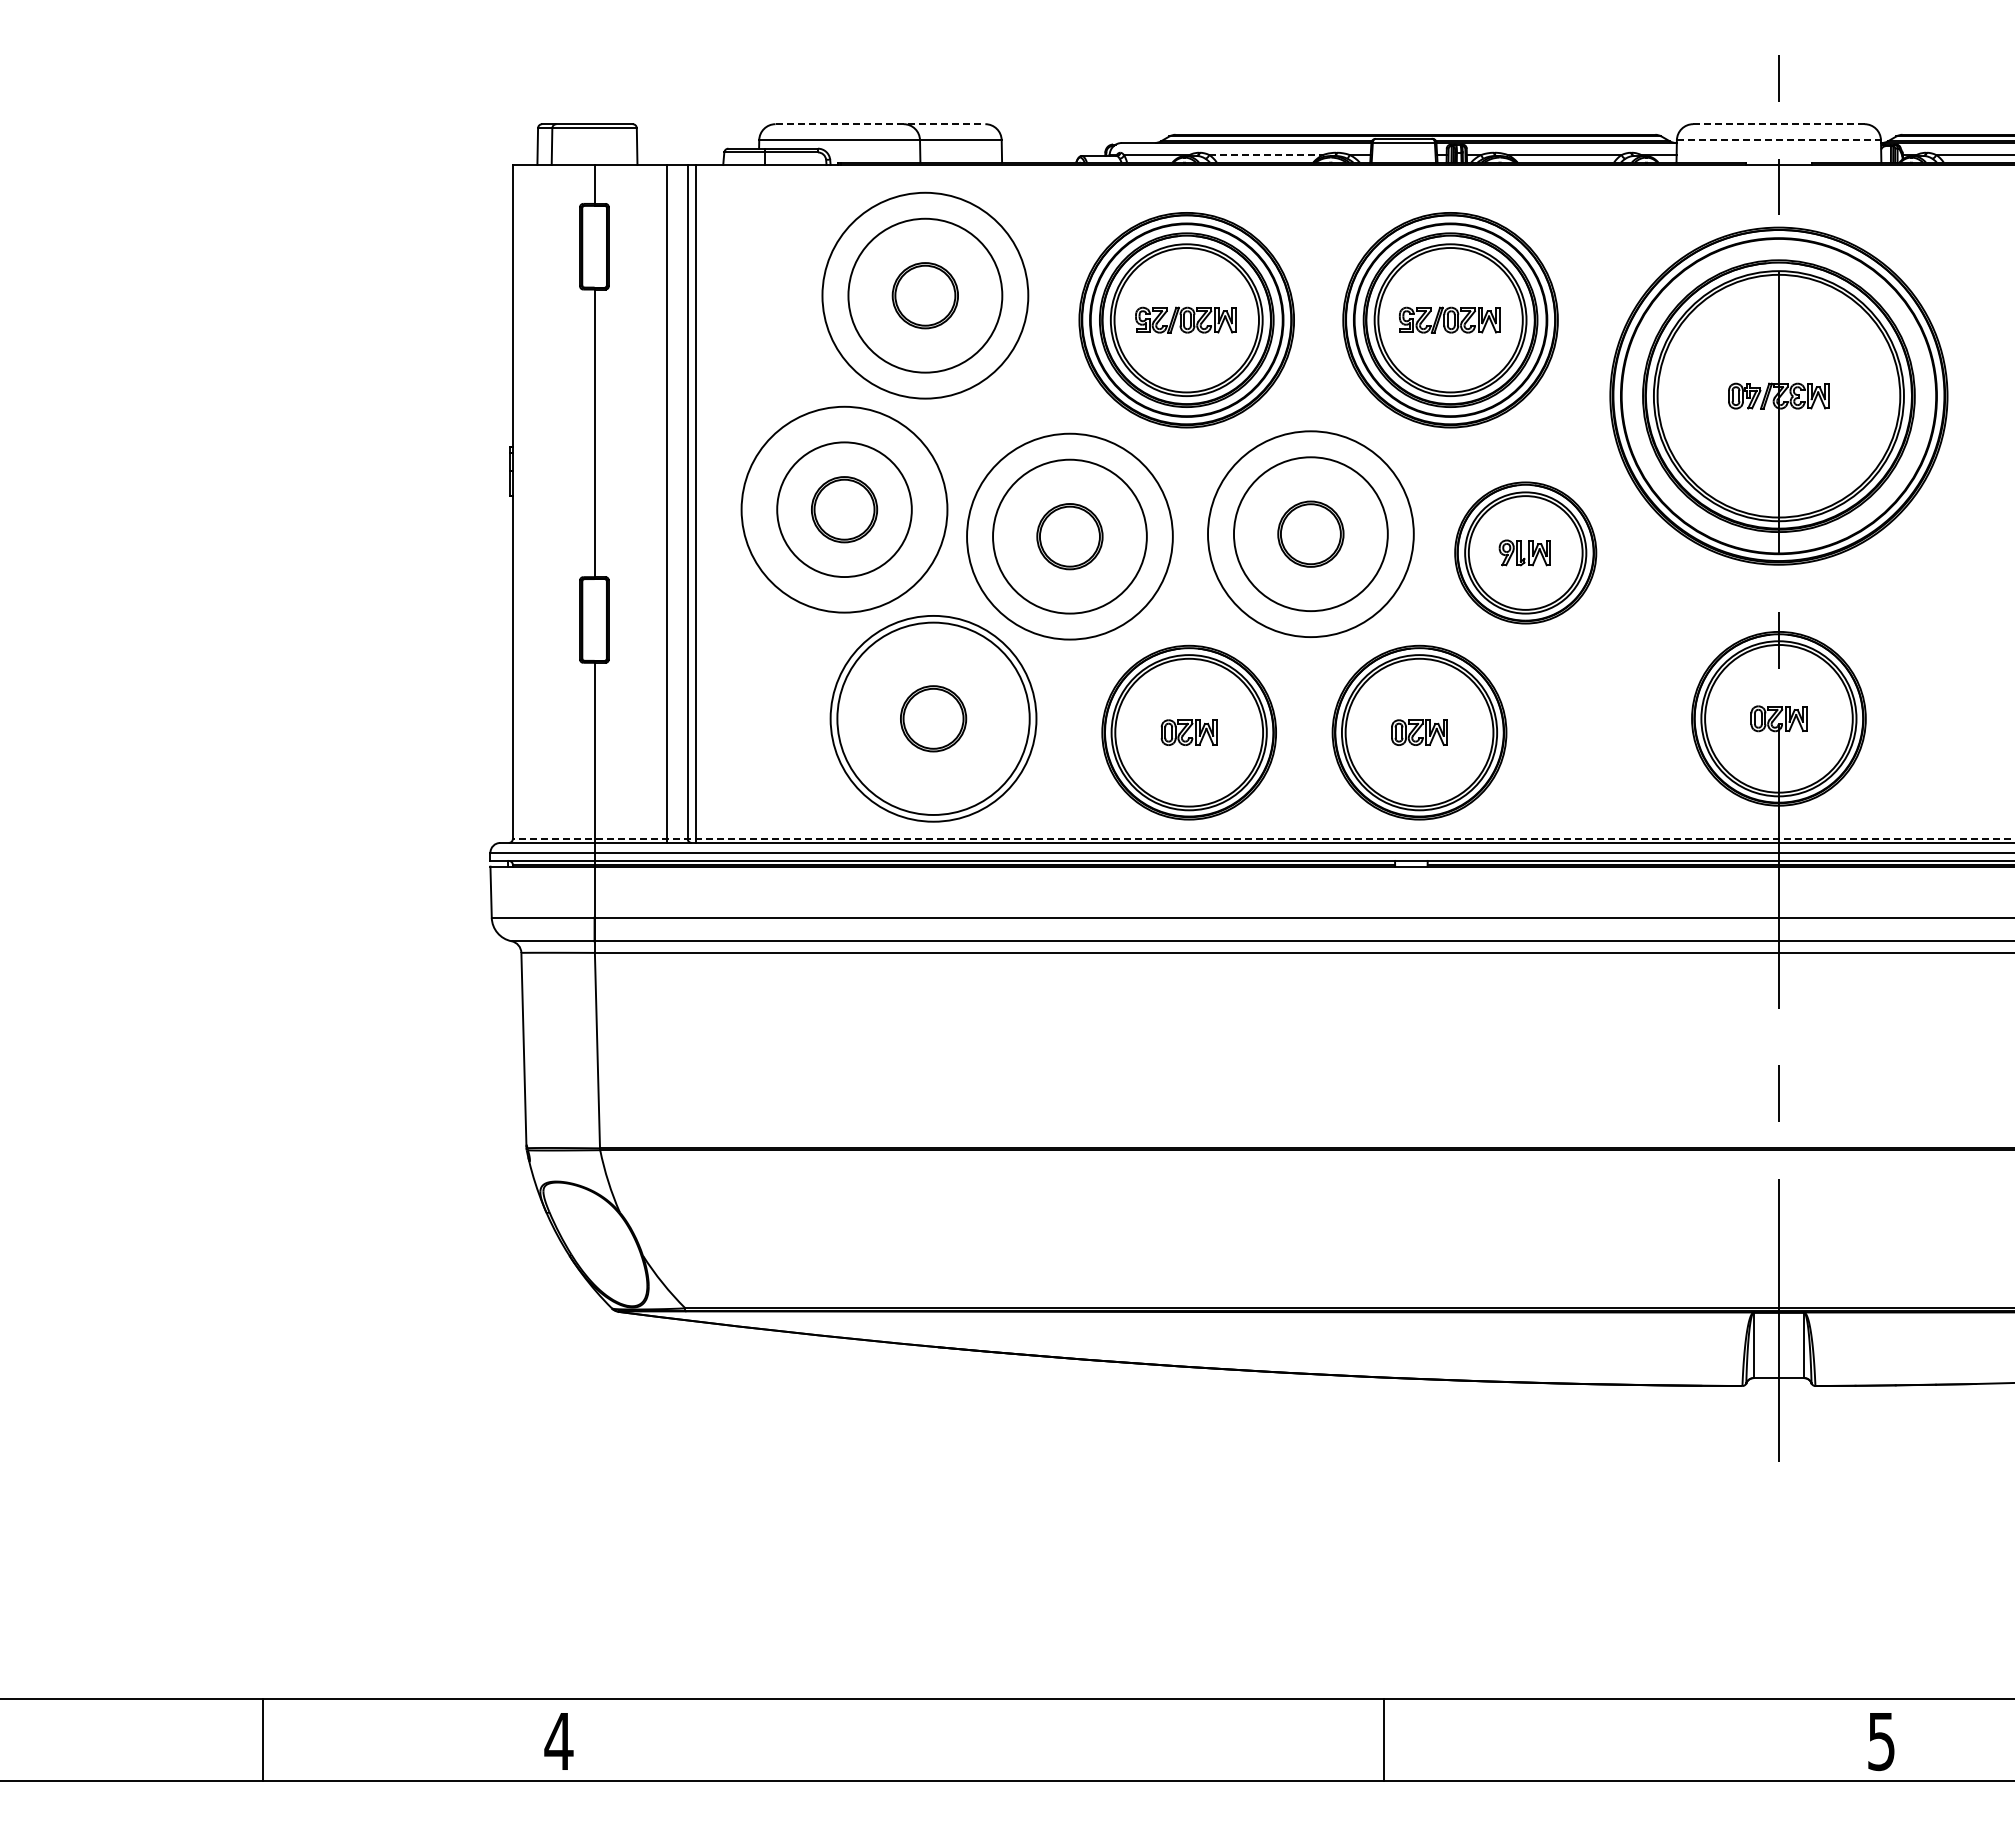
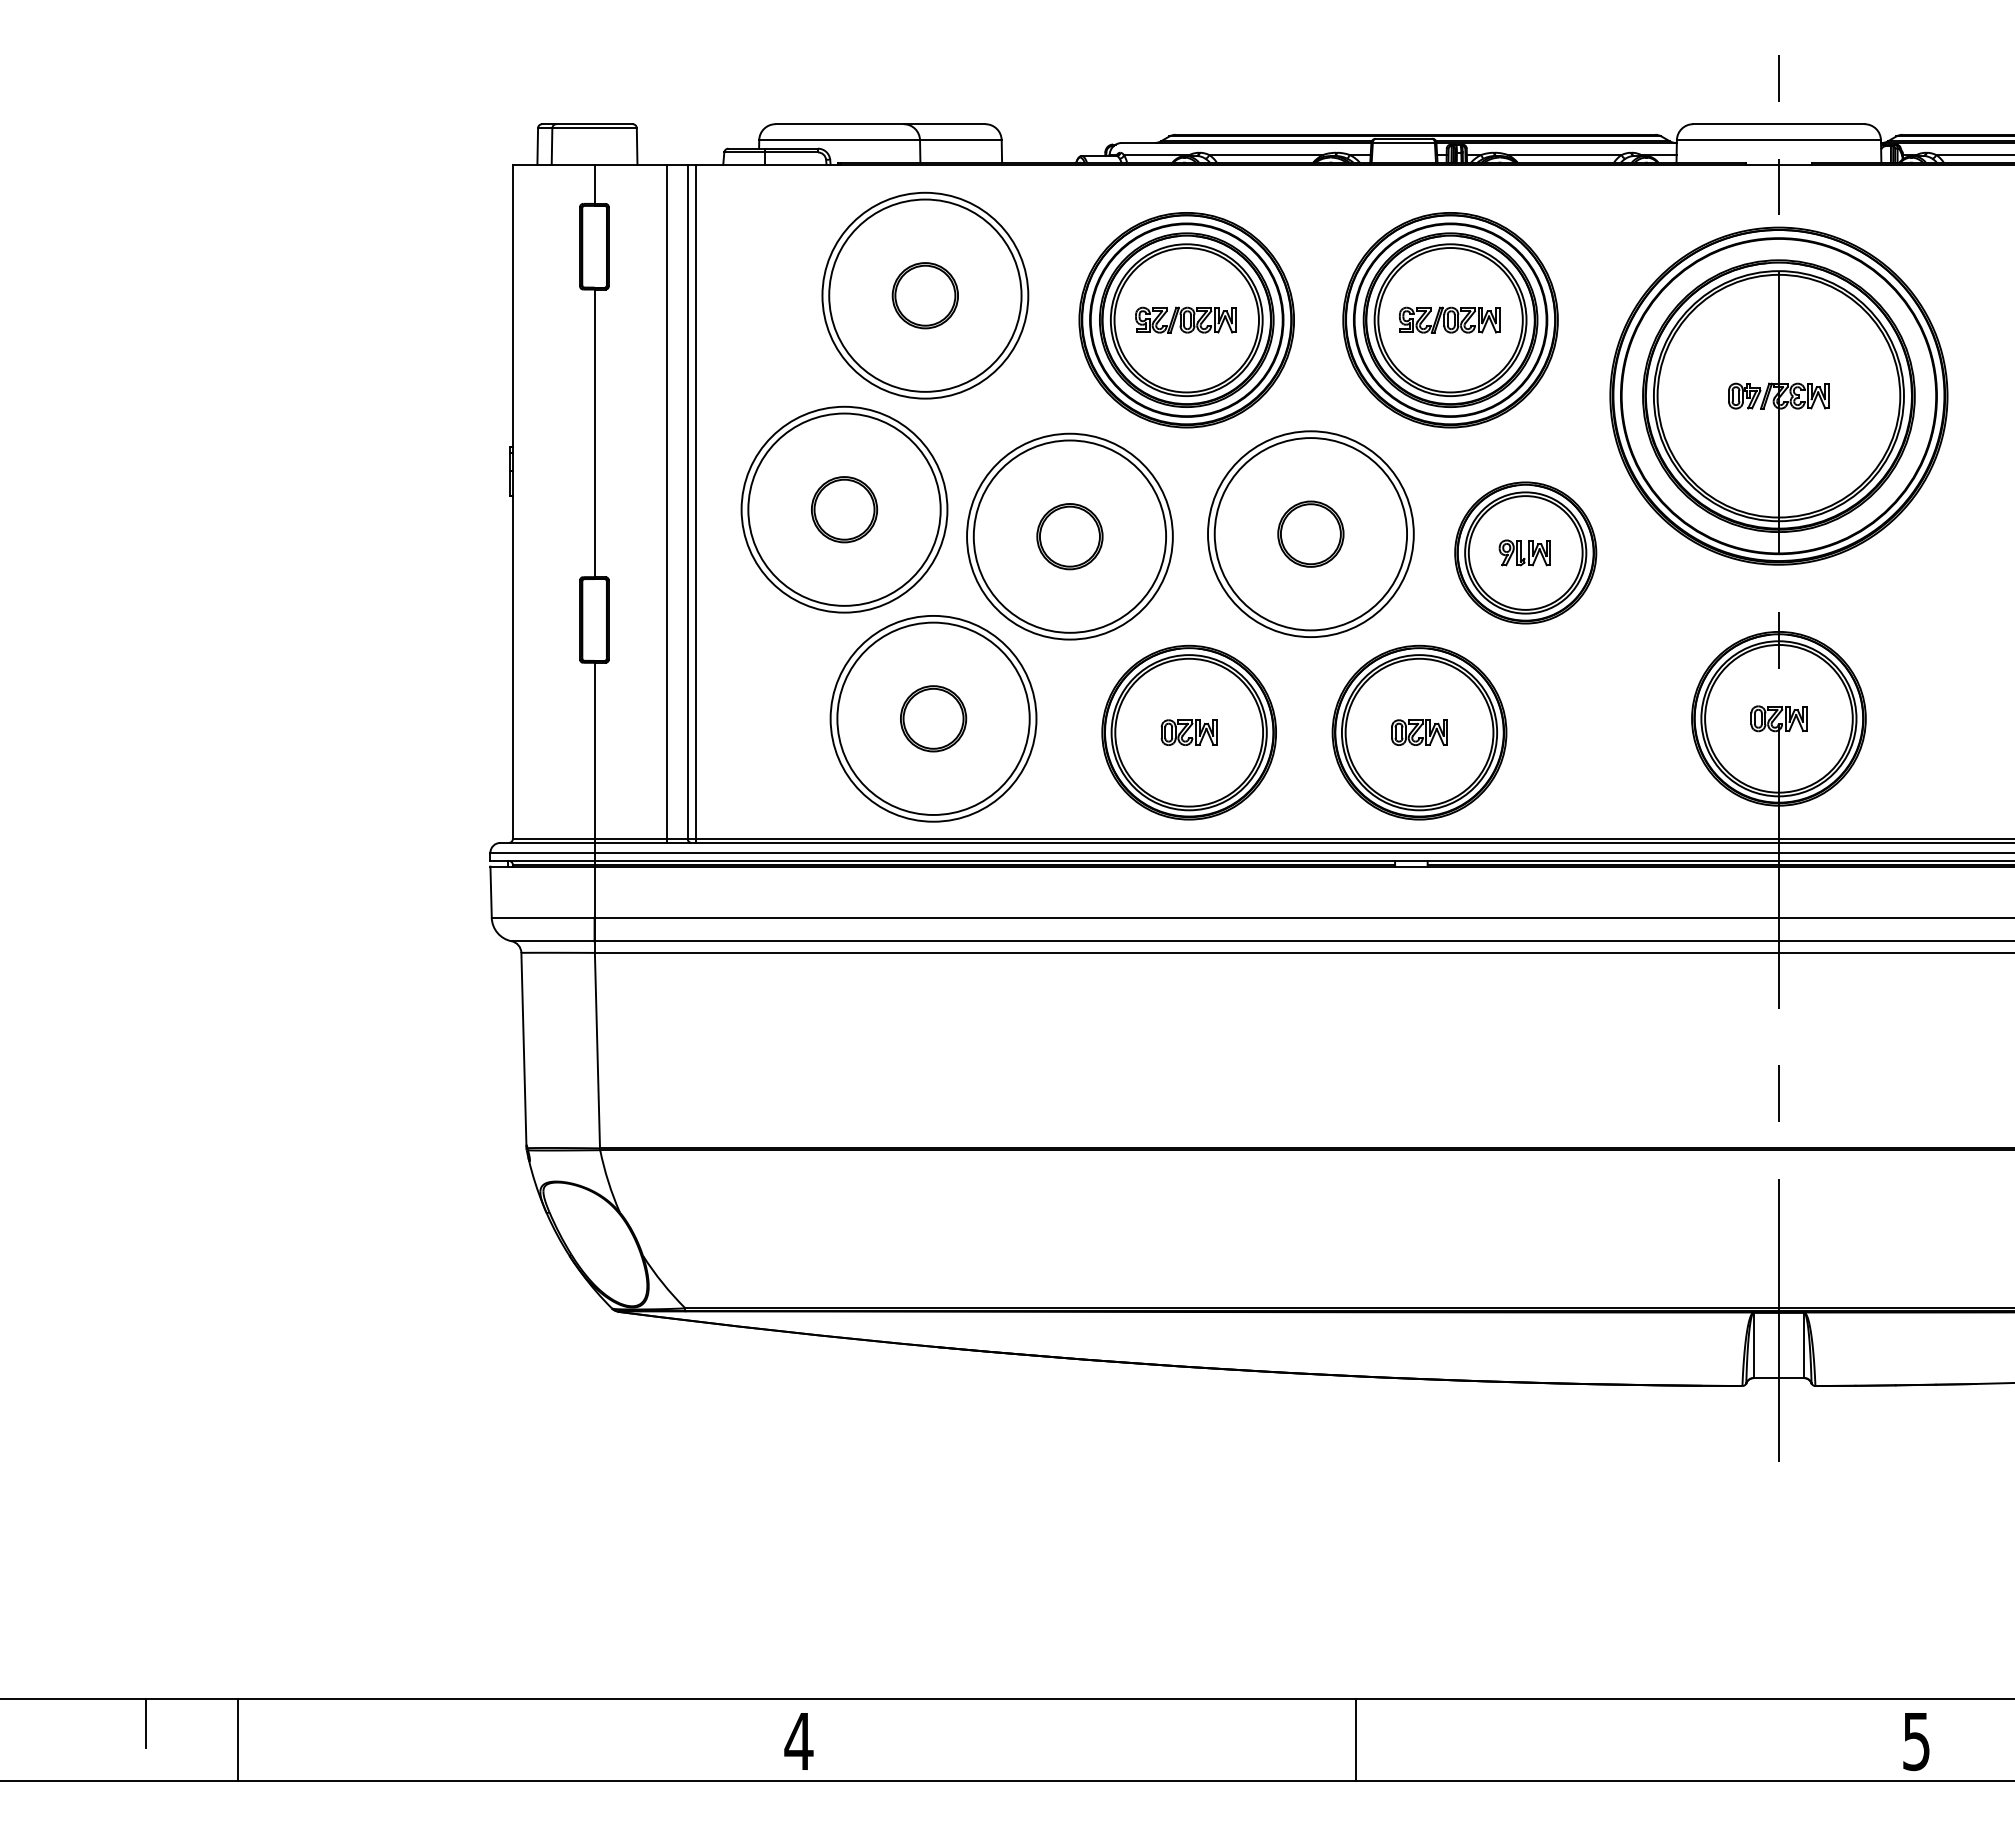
line at (880, 124): dashed -> solid
line at (1778, 124): dashed -> solid
line at (1779, 140): dashed -> solid
line at (1266, 155): dashed -> solid
circle at (925, 295) diameter: 154 px -> 192 px
circle at (844, 509) diameter: 135 px -> 192 px
circle at (1310, 534) diameter: 154 px -> 192 px
circle at (1069, 536) diameter: 154 px -> 192 px
line at (1263, 838): dashed -> solid
line at (145, 1723): none -> present
line at (263, 1739) position: (263, 1739) -> (238, 1739)
line at (1383, 1739) position: (1383, 1739) -> (1355, 1739)
text at (558, 1741) position: (558, 1741) -> (798, 1741)
text at (1881, 1742) position: (1881, 1742) -> (1916, 1742)
